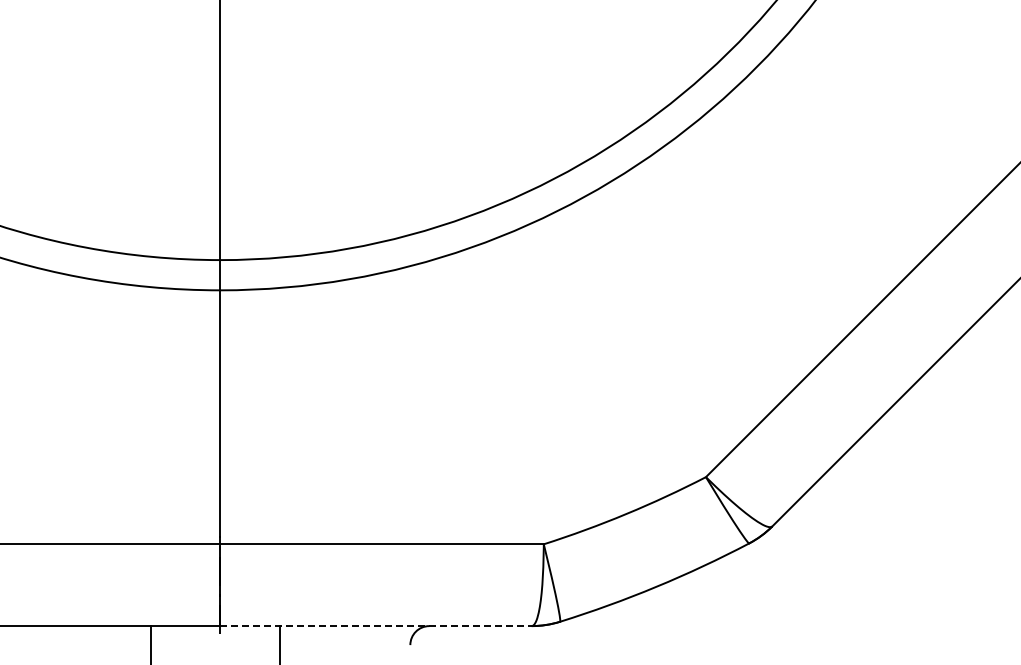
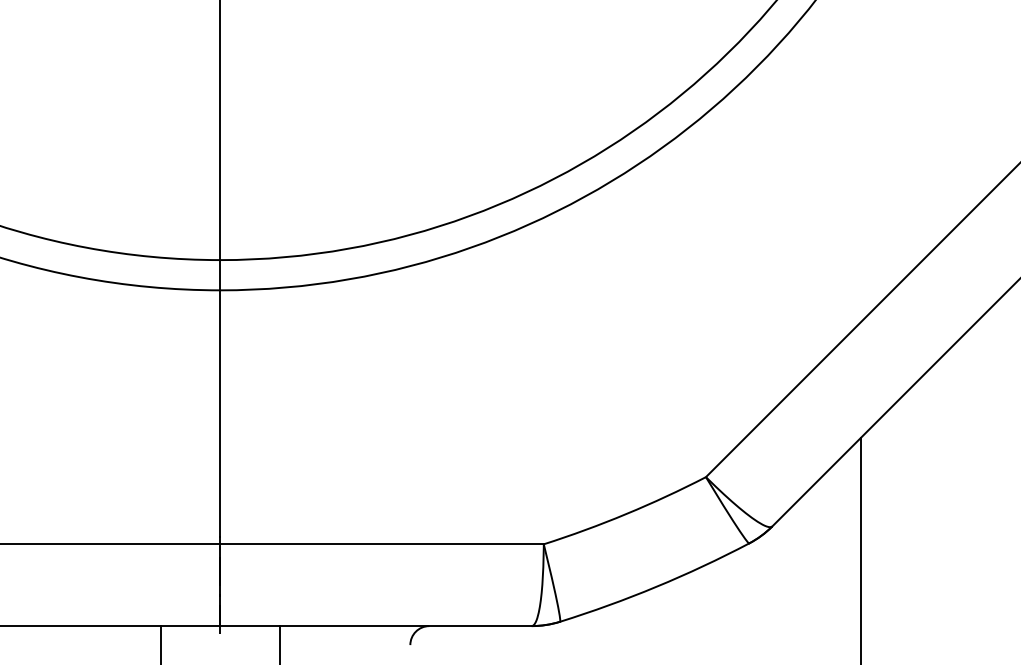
line at (861, 549): none -> present
line at (376, 626): dashed -> solid
line at (151, 643) position: (151, 643) -> (161, 643)
